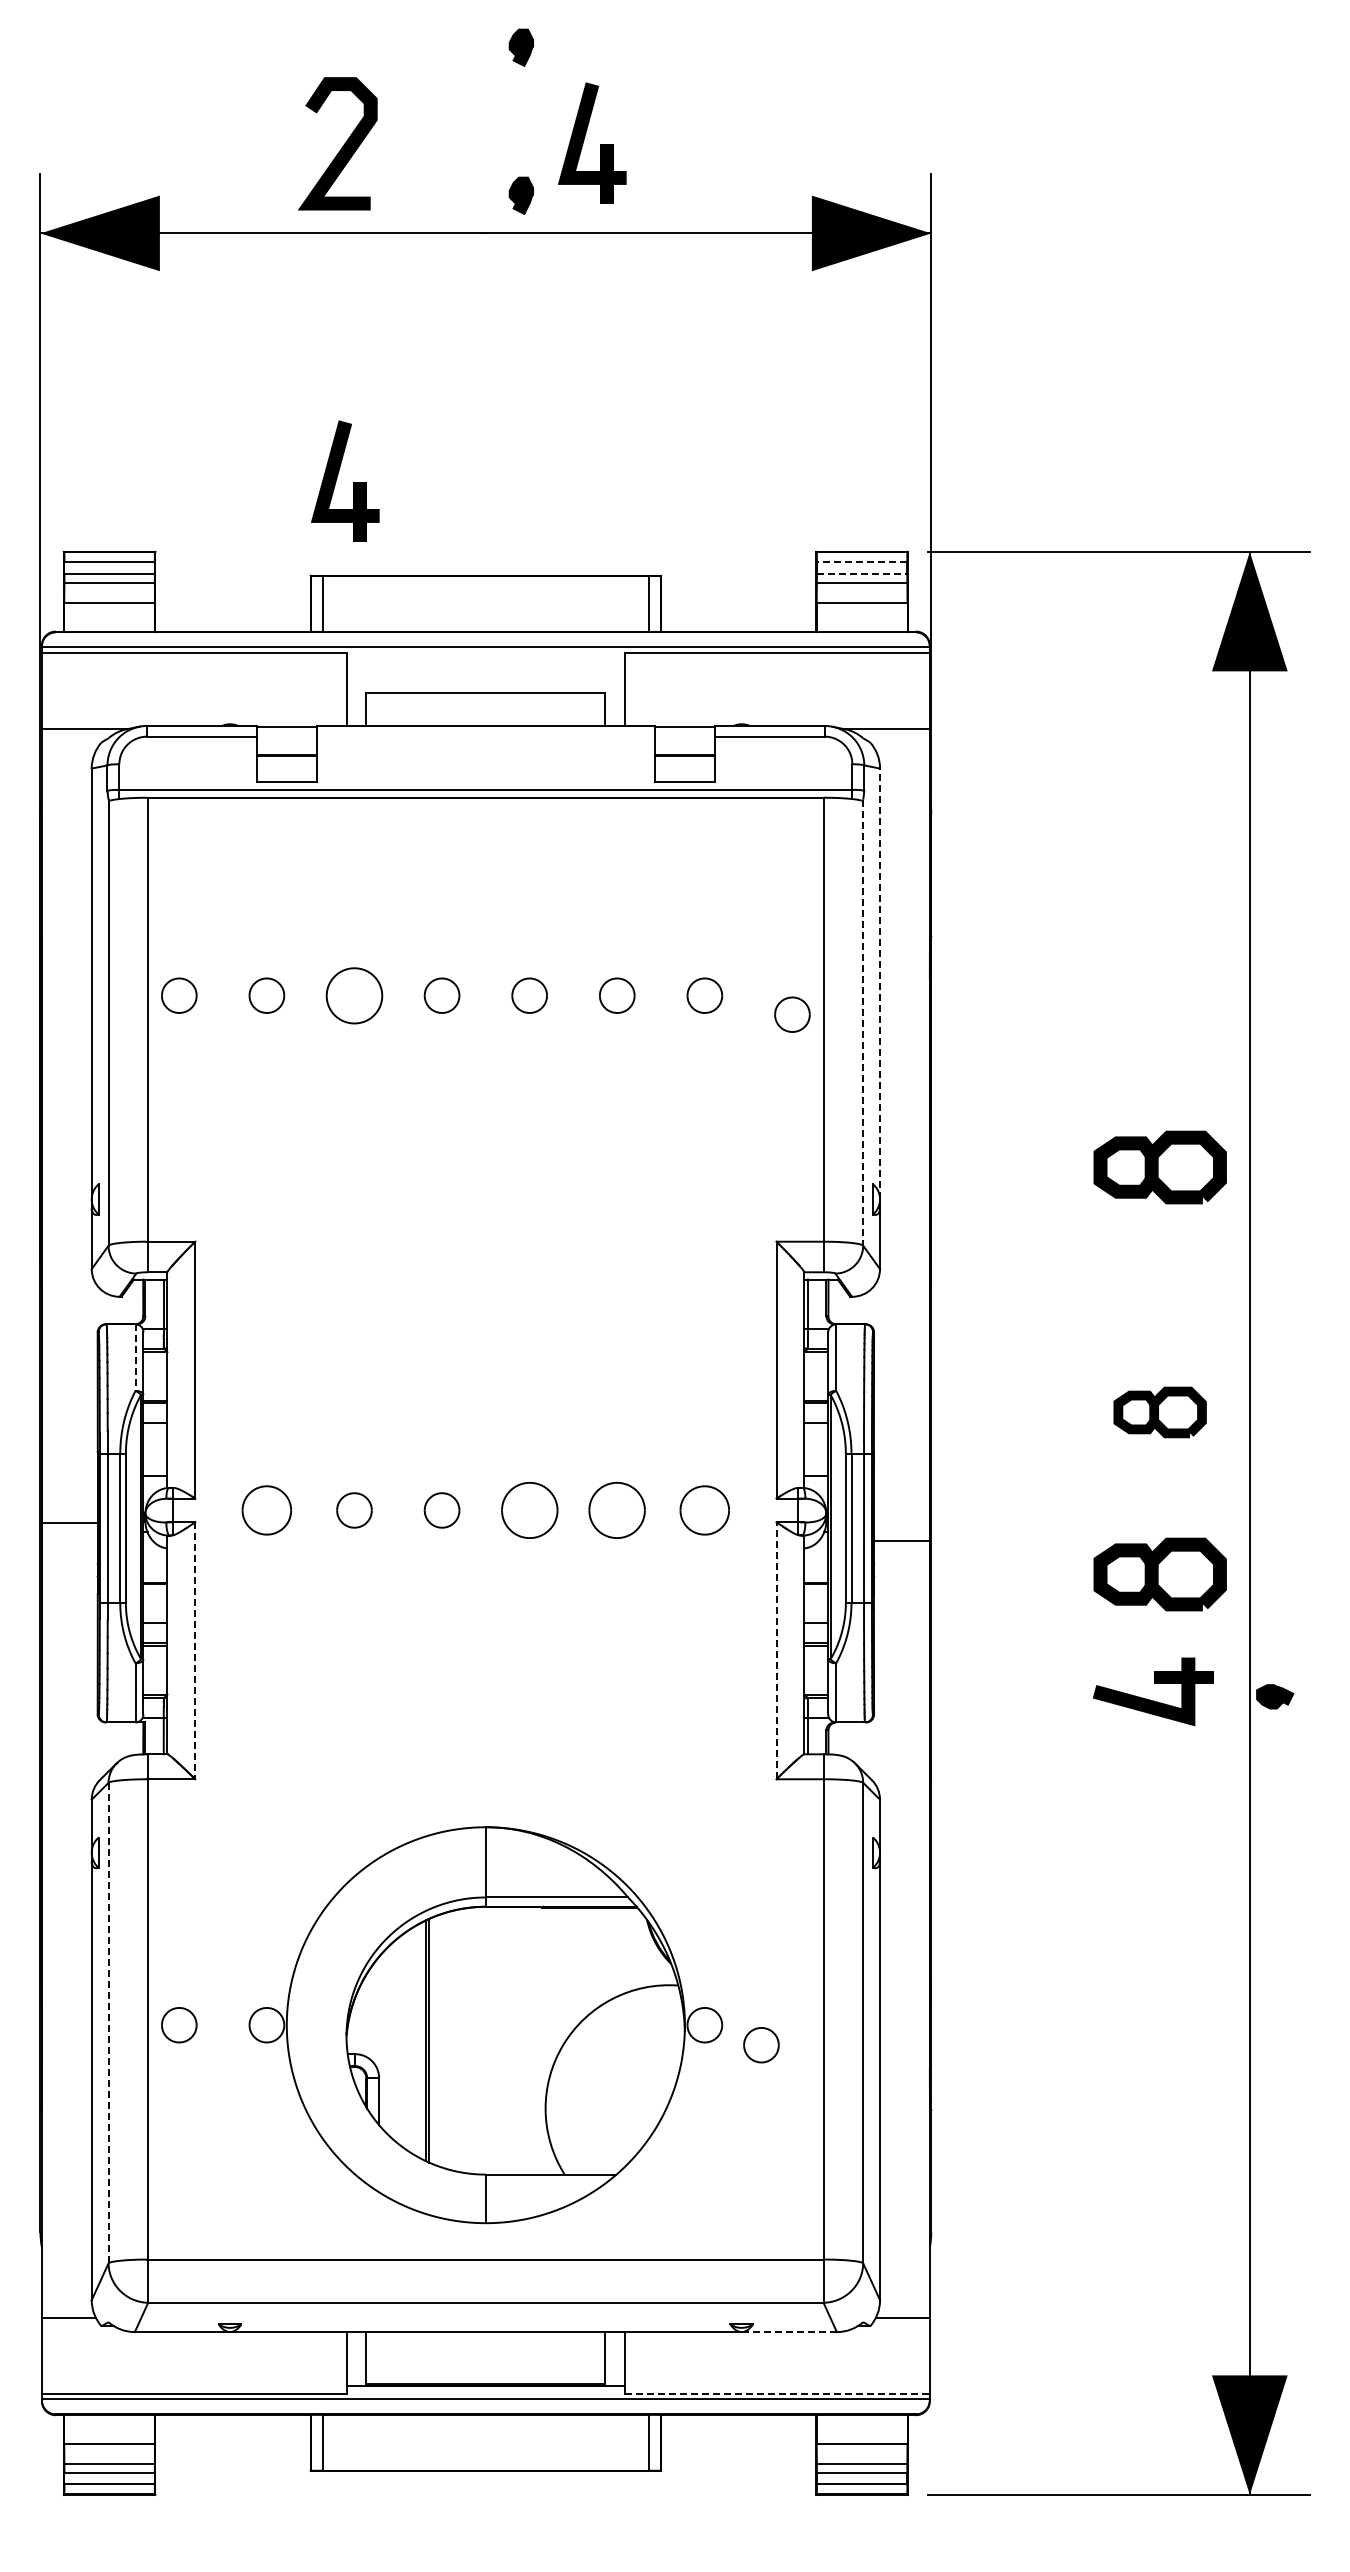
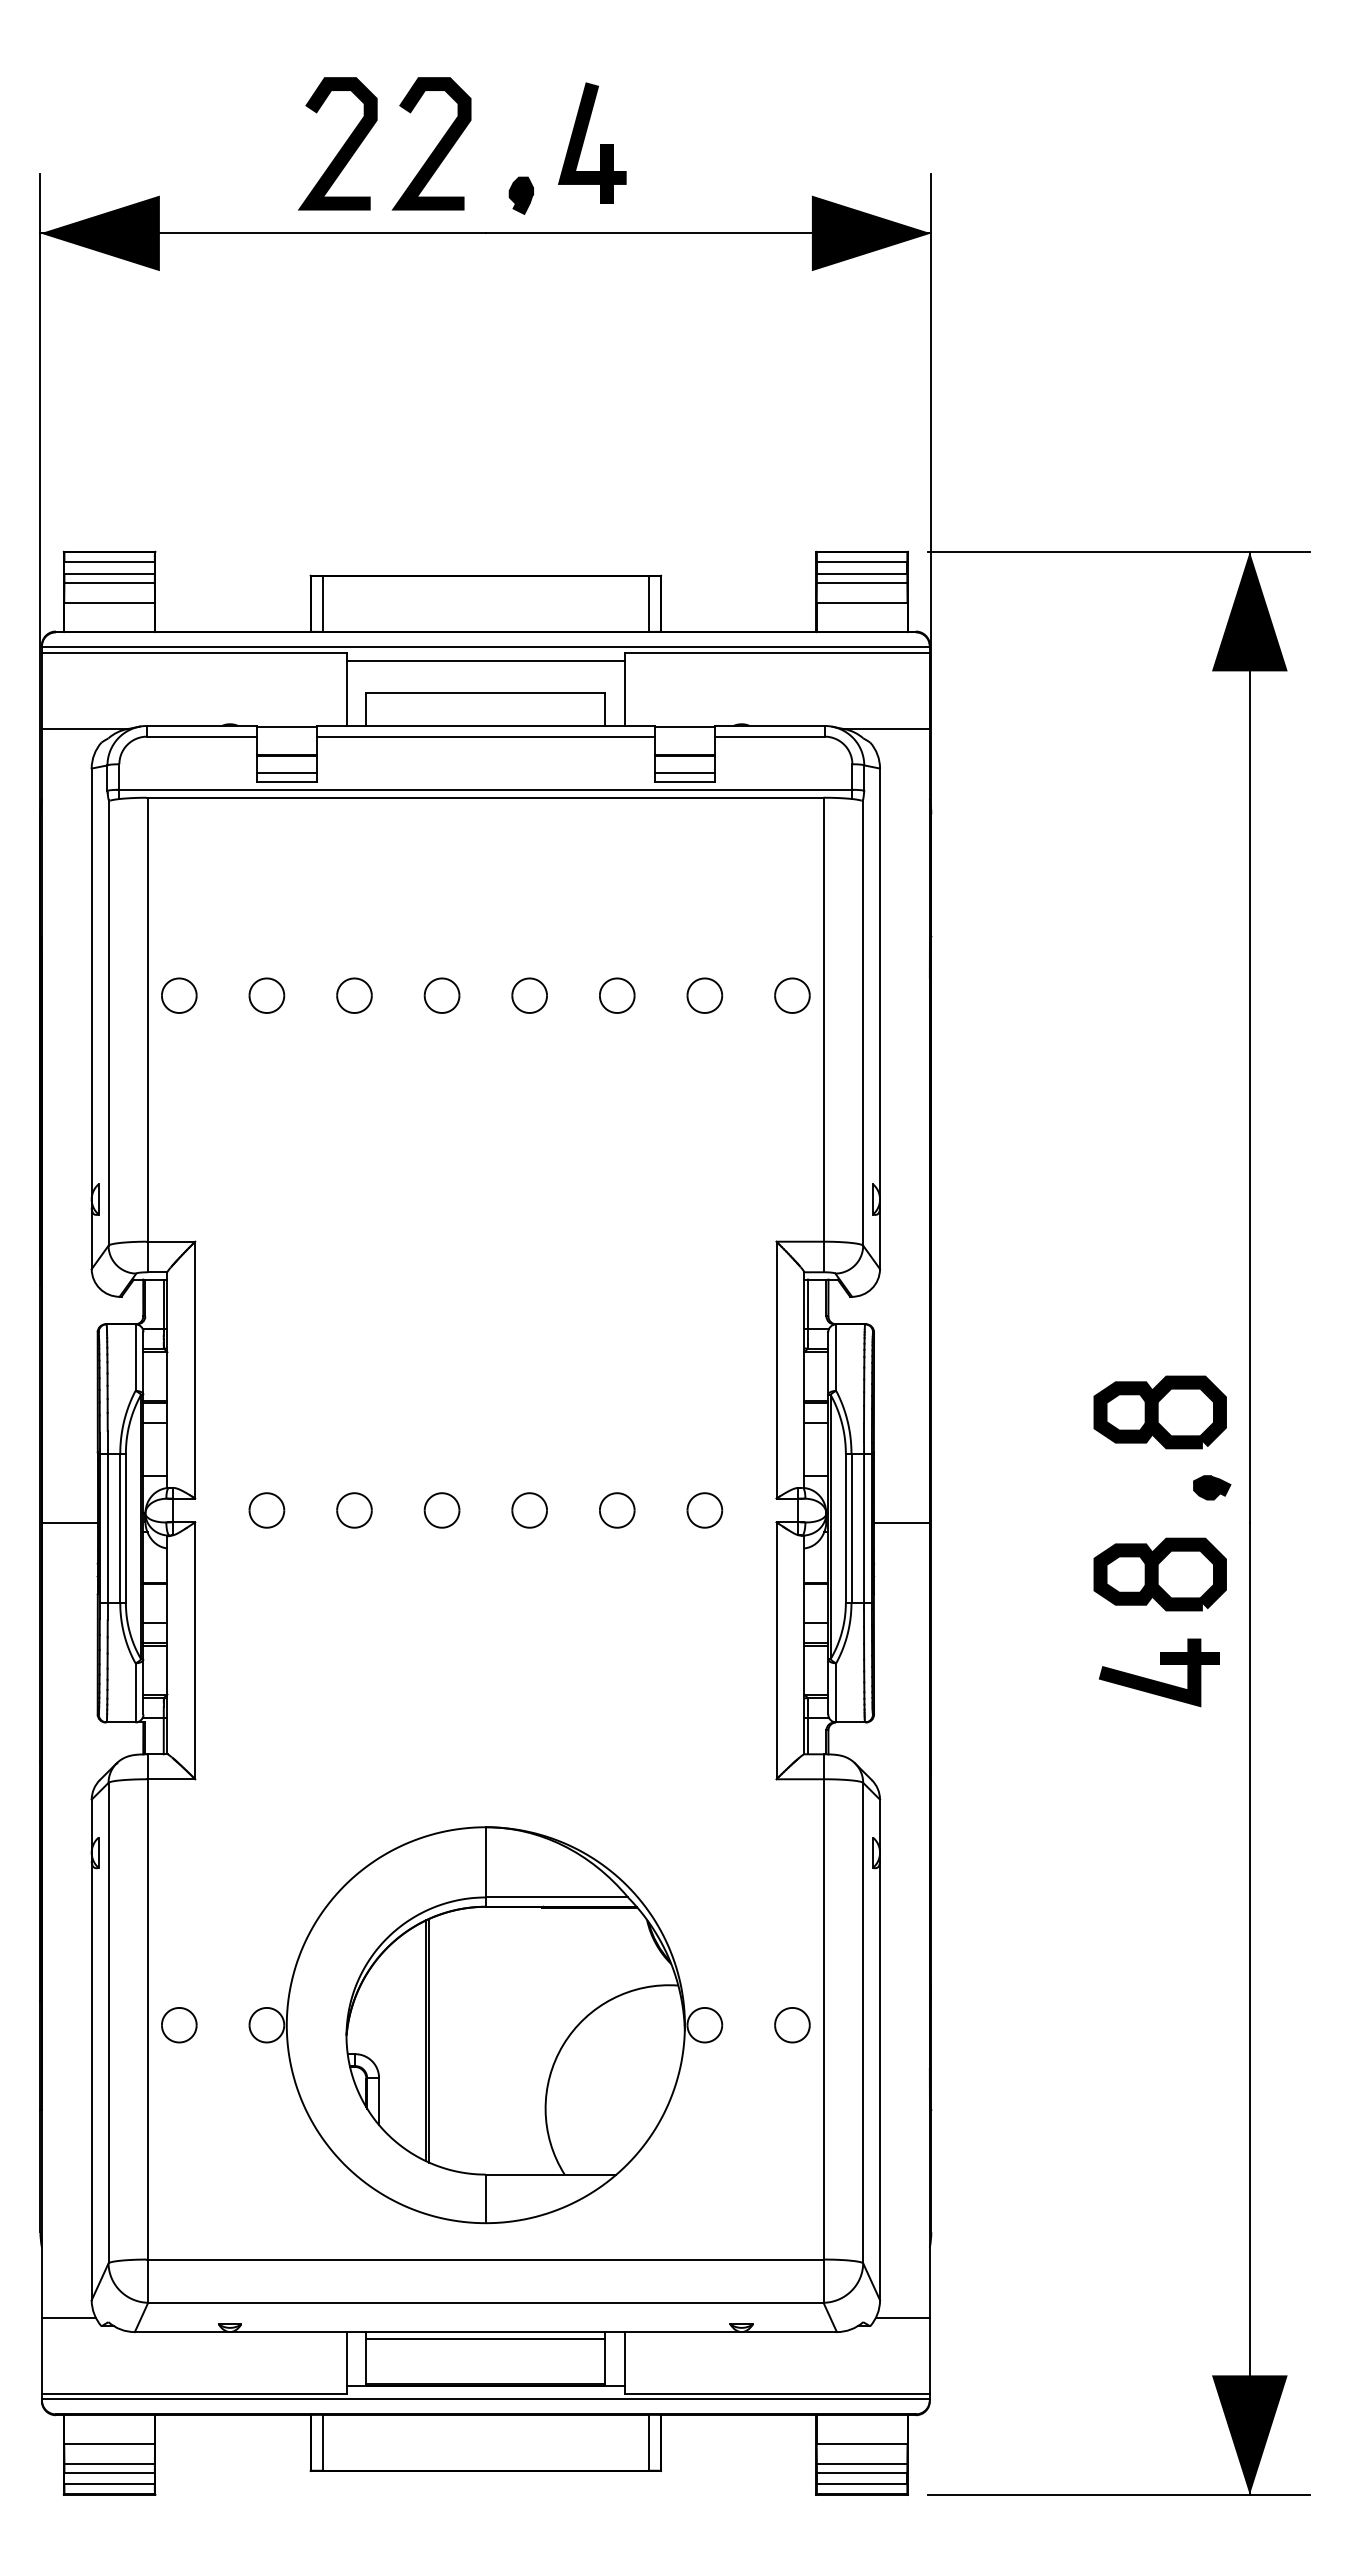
part at (520, 47): present -> none
curve at (435, 147): none -> present
part at (337, 478): present -> none
line at (861, 562): dashed -> solid
line at (862, 574): dashed -> solid
line at (485, 660): none -> present
line at (485, 736): none -> present
line at (286, 773): none -> present
line at (684, 773): none -> present
line at (880, 983): dashed -> solid
part at (354, 995) size: 59x58 px -> 37x37 px
part at (792, 1014) position: (792, 1014) -> (792, 995)
line at (863, 1023): dashed -> solid
part at (1159, 1167): present -> none
line at (135, 1358): dashed -> solid
part at (1159, 1412) size: 94x53 px -> 134x75 px
part at (266, 1510) size: 52x51 px -> 38x37 px
part at (529, 1510) size: 58x57 px -> 37x37 px
part at (616, 1510) size: 58x57 px -> 37x37 px
part at (704, 1510) size: 51x51 px -> 38x37 px
line at (901, 1541) position: (901, 1541) -> (901, 1523)
line at (776, 1650): dashed -> solid
line at (195, 1651): dashed -> solid
part at (1154, 1683) position: (1154, 1683) -> (1160, 1664)
part at (1275, 1696) position: (1275, 1696) -> (1212, 1487)
line at (108, 2022): dashed -> solid
part at (761, 2045) position: (761, 2045) -> (792, 2025)
line at (789, 2332): dashed -> solid
line at (485, 2338): none -> present
line at (778, 2393): dashed -> solid
